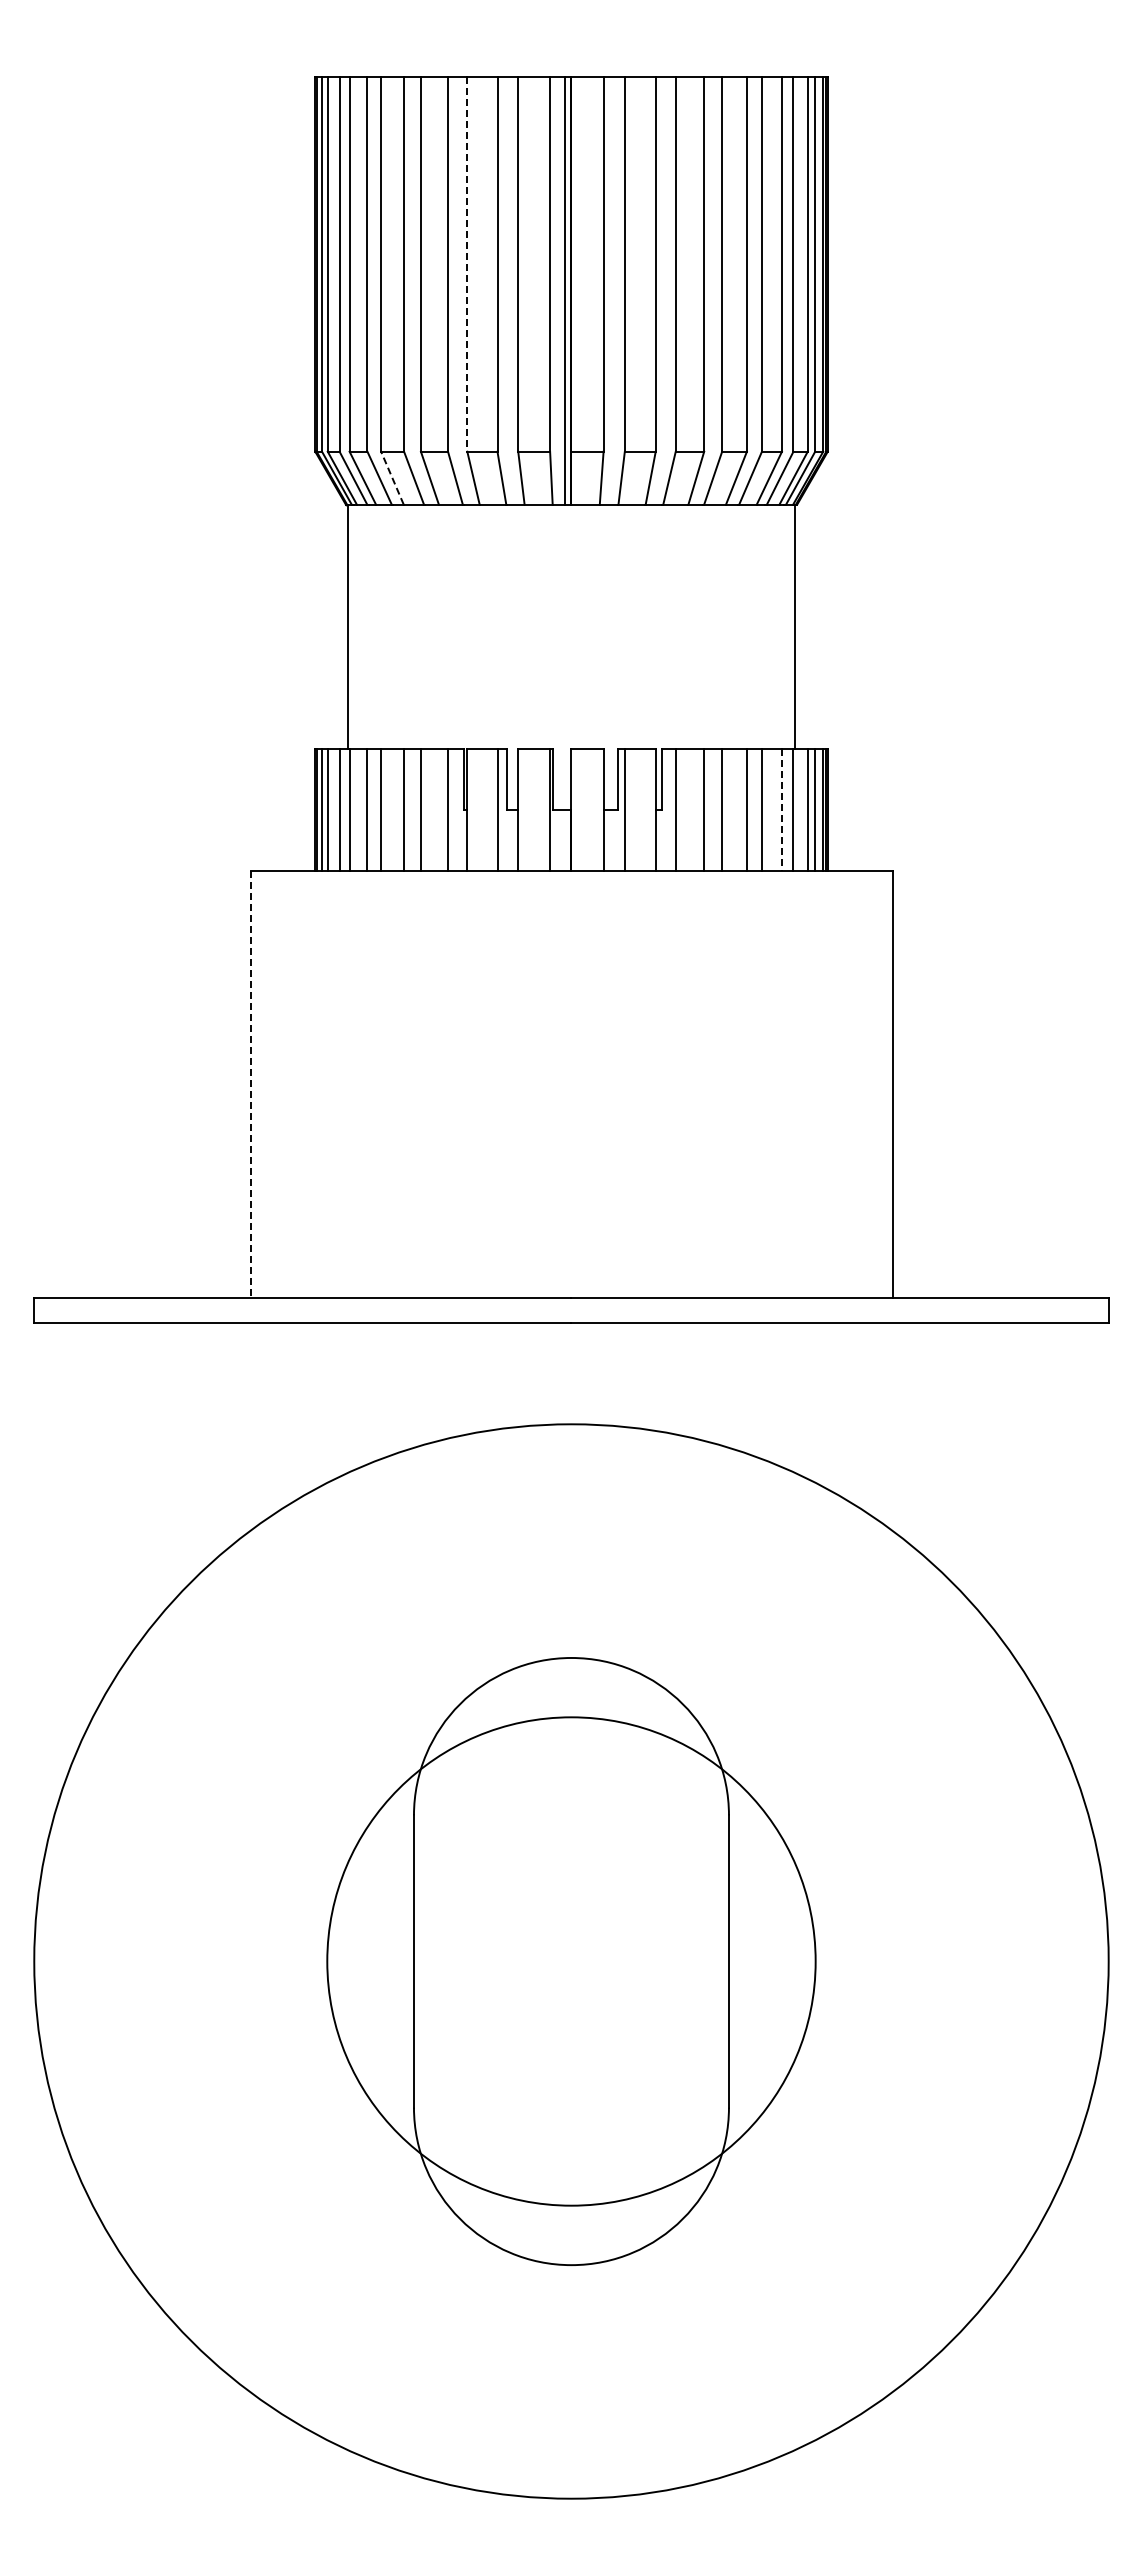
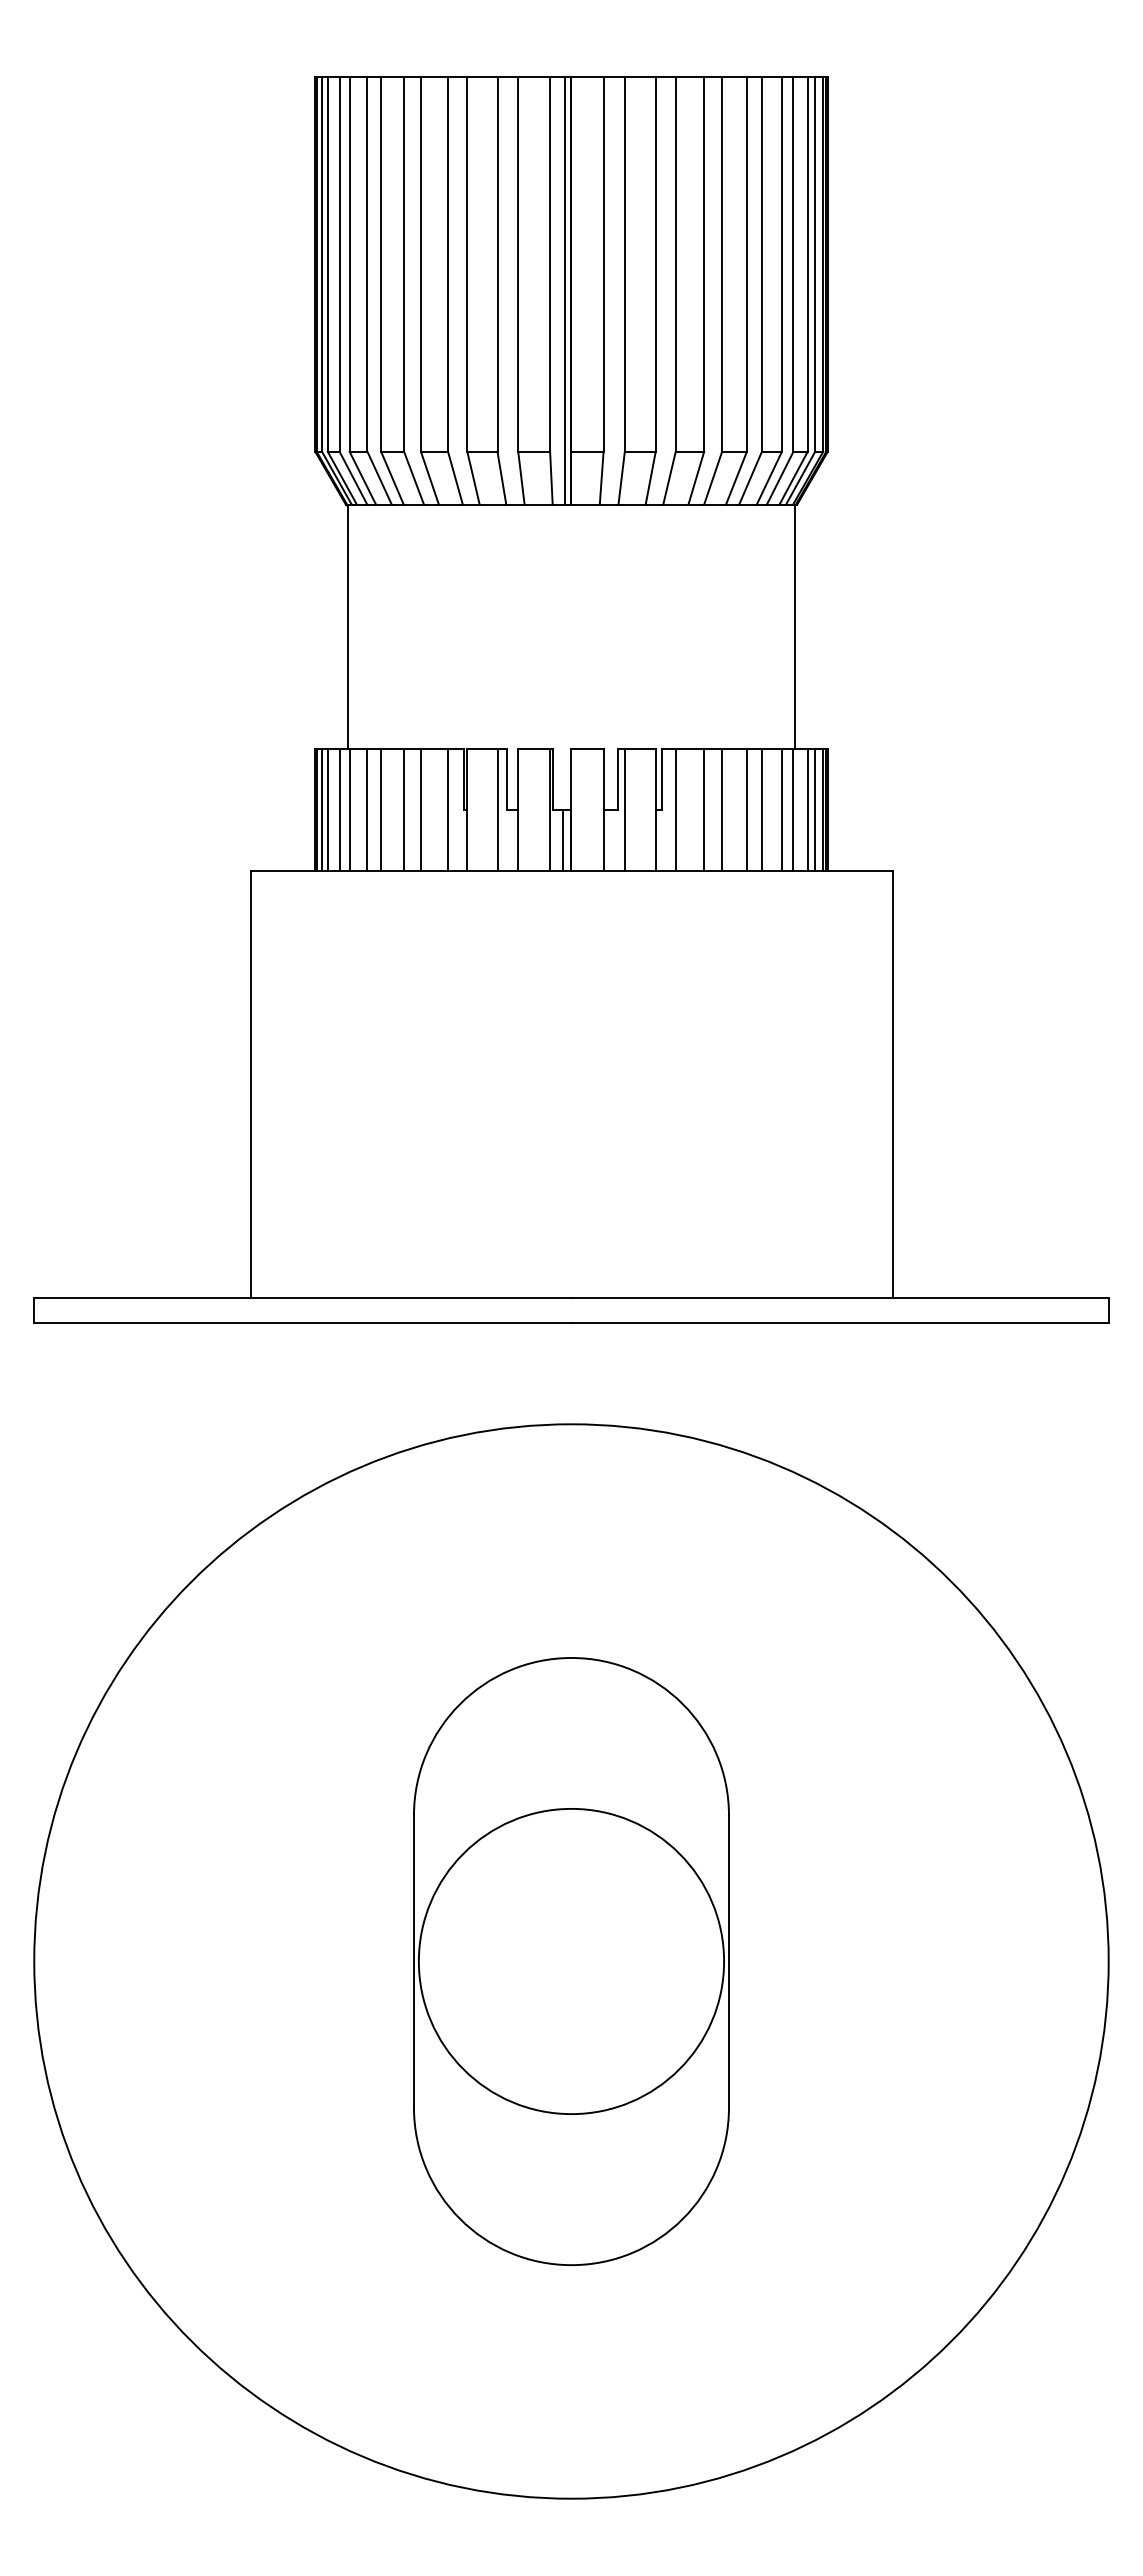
line at (467, 264): dashed -> solid
line at (392, 478): dashed -> solid
line at (781, 810): dashed -> solid
line at (562, 839): none -> present
line at (250, 1084): dashed -> solid
circle at (571, 1961) diameter: 488 px -> 305 px
